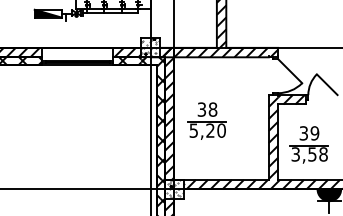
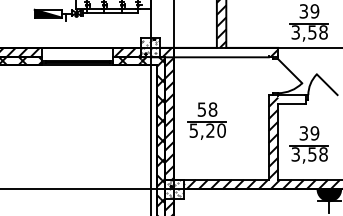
part at (308, 22): none -> present
hatch at (214, 52): present -> none
hatch at (291, 99): present -> none
text at (202, 108): 38 -> 58
